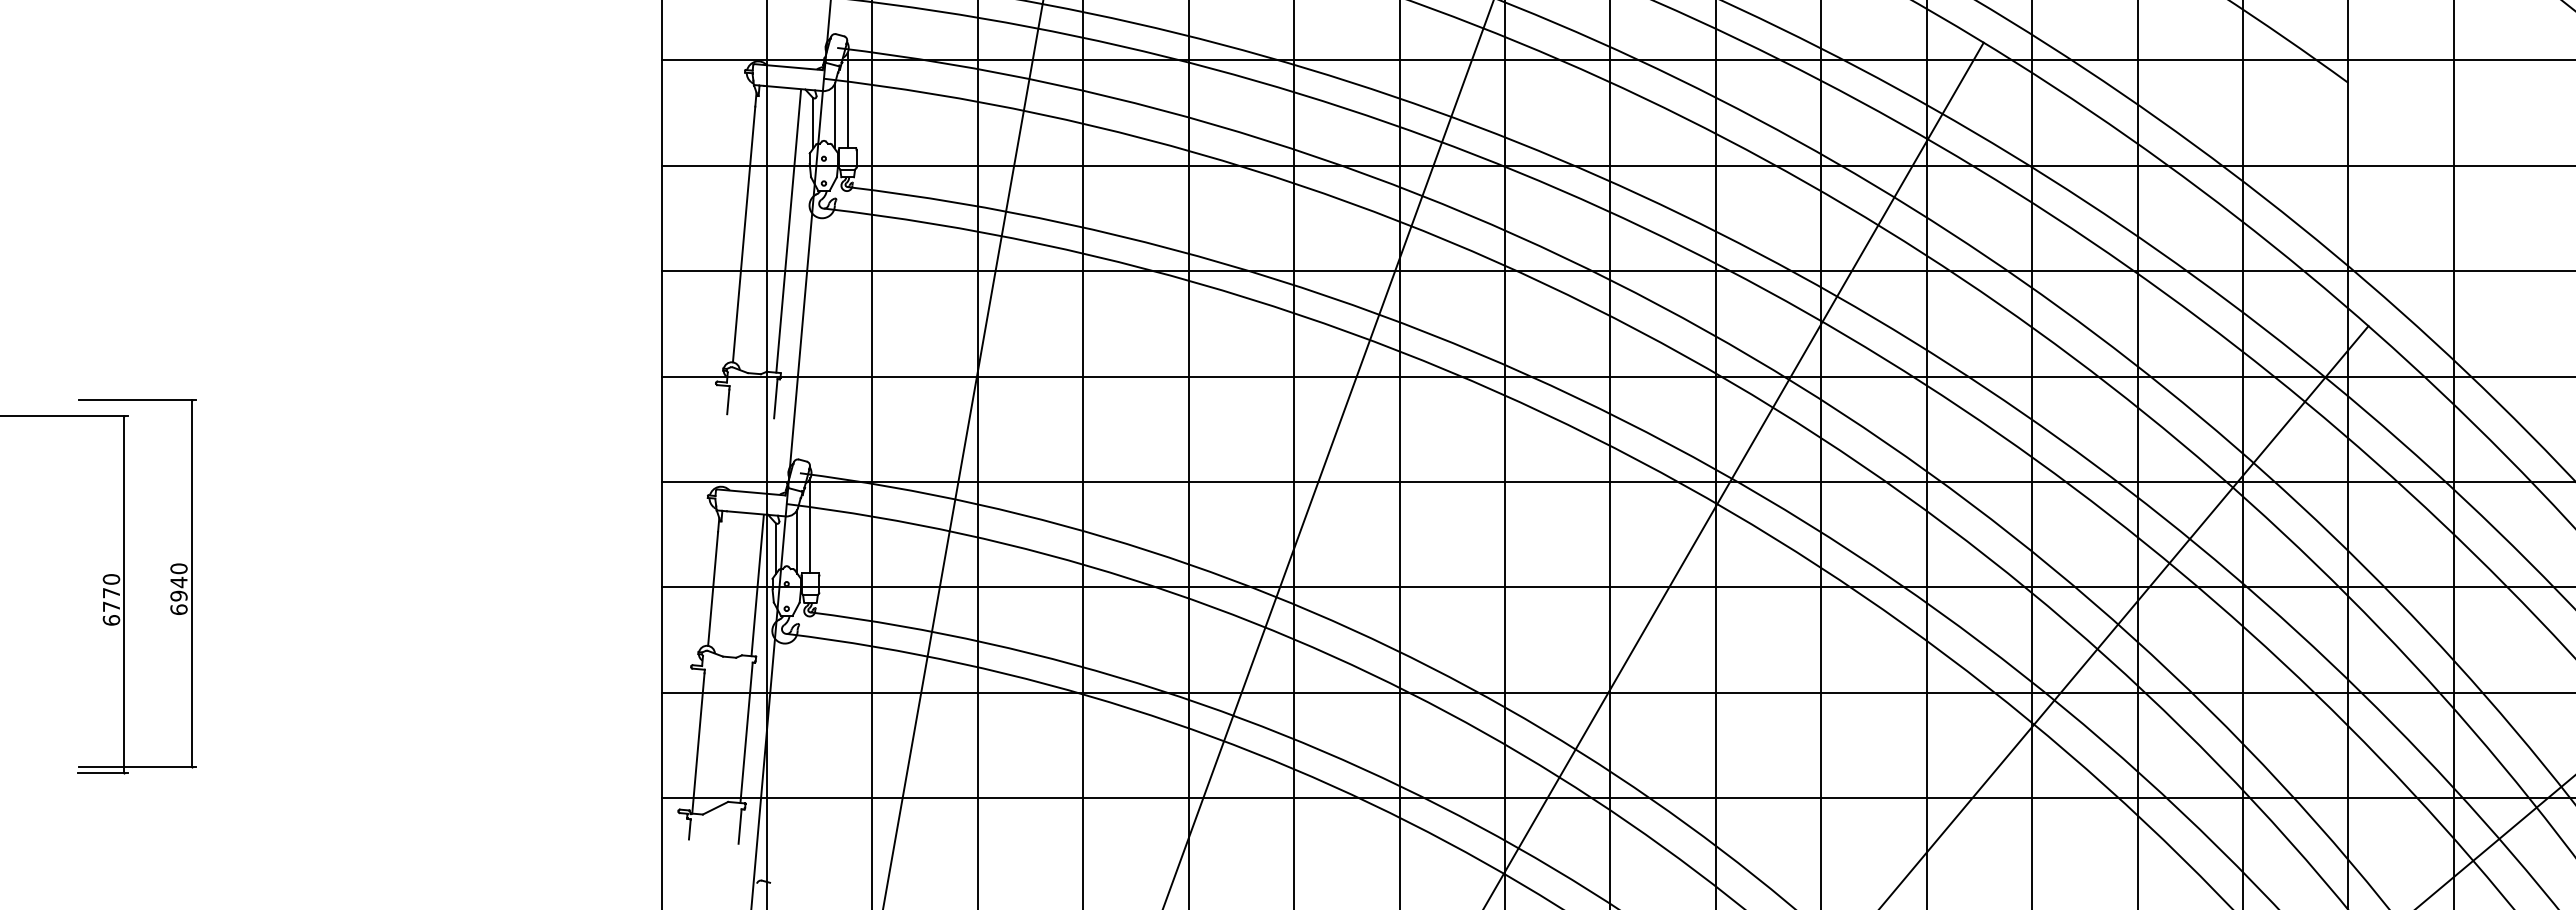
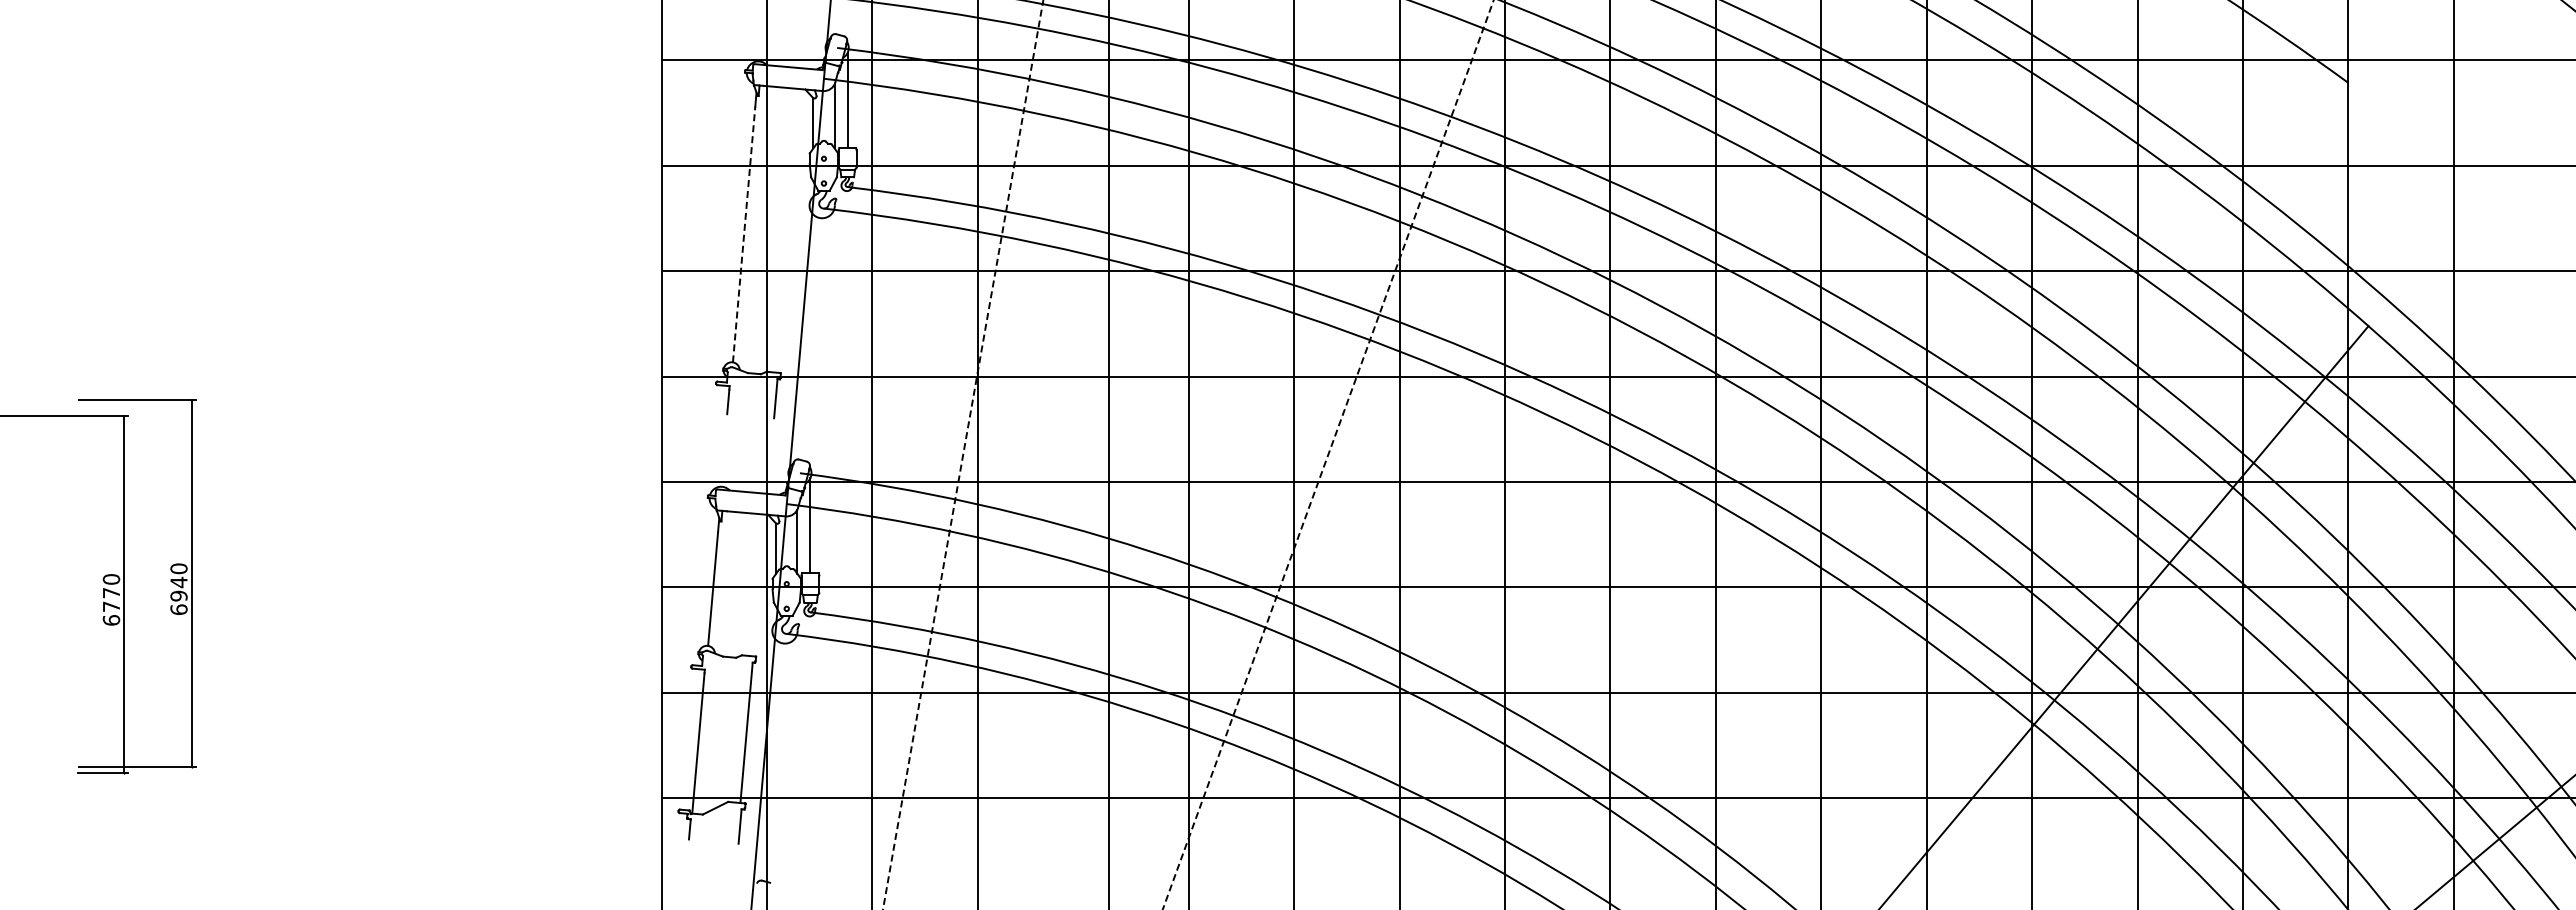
line at (788, 231): present -> none
line at (744, 234): solid -> dashed
line at (963, 454): solid -> dashed
line at (1083, 454) position: (1083, 454) -> (1109, 454)
line at (1328, 454): solid -> dashed
line at (1734, 474): present -> none
line at (757, 585): present -> none
